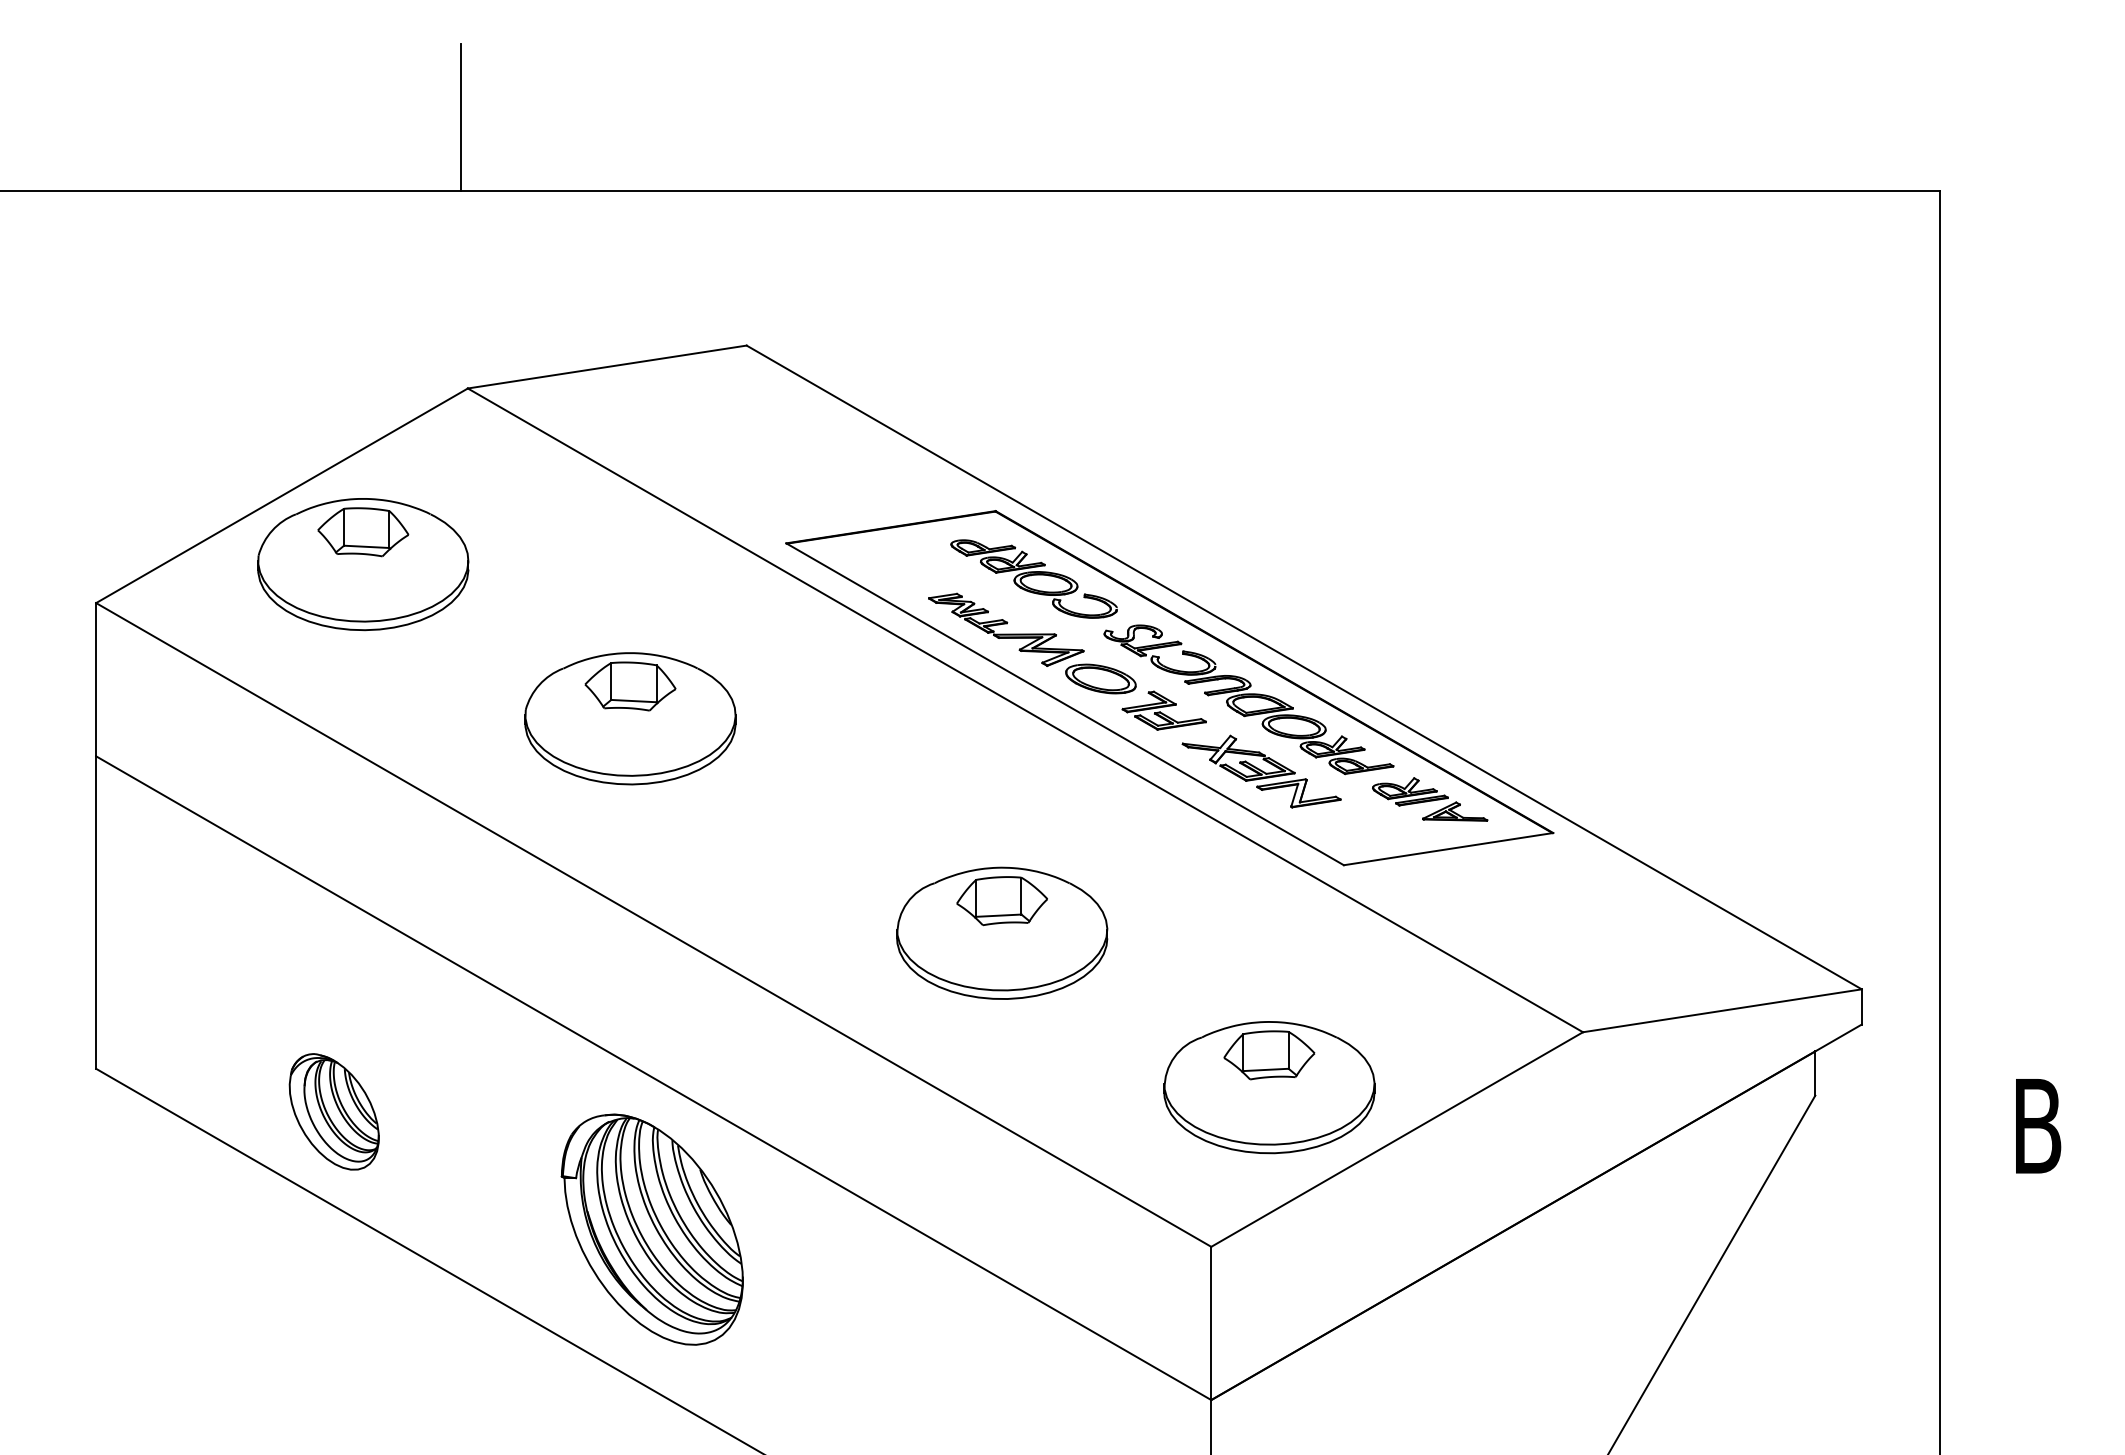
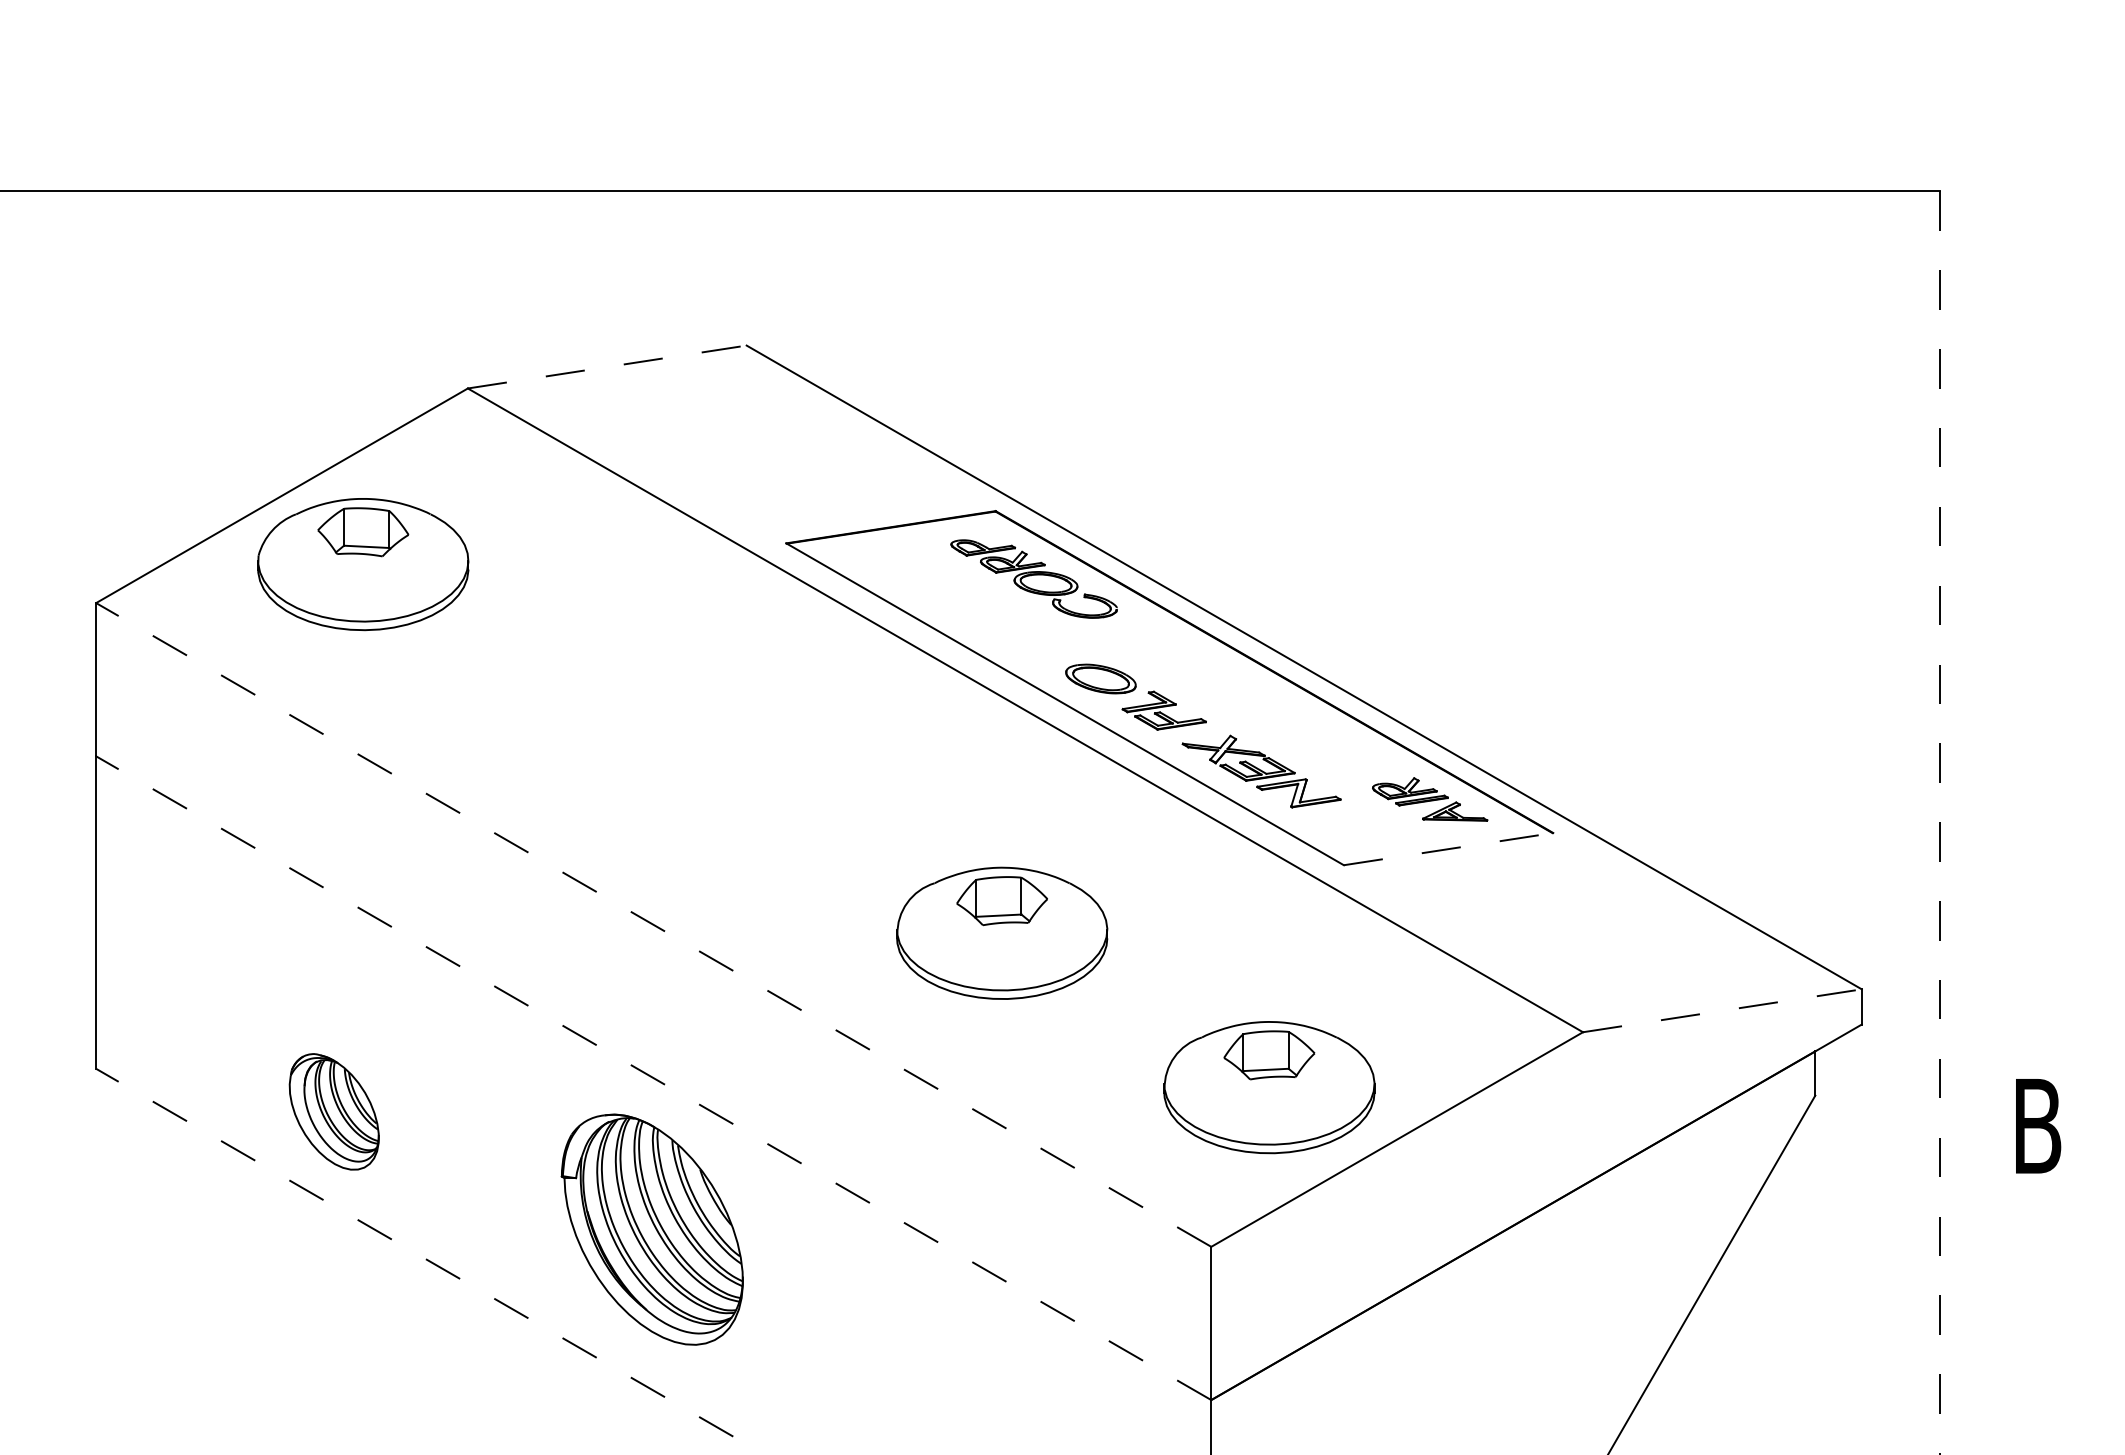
line at (461, 117): present -> none
line at (607, 366): solid -> dashed
part at (1006, 629): present -> none
part at (1248, 699): present -> none
part at (630, 718): present -> none
line at (1939, 823): solid -> dashed
line at (1448, 849): solid -> dashed
line at (653, 924): solid -> dashed
line at (1722, 1010): solid -> dashed
line at (653, 1078): solid -> dashed
line at (430, 1261): solid -> dashed
